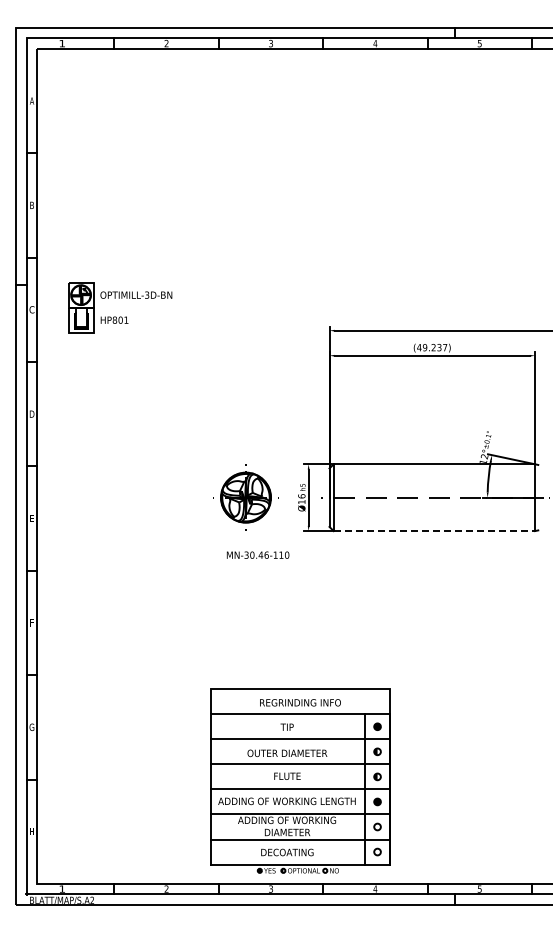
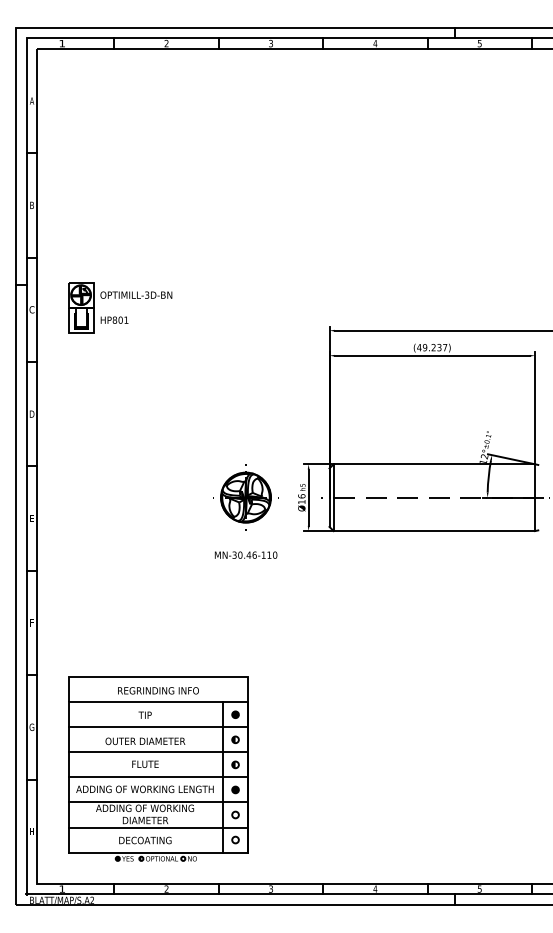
line at (434, 531): dashed -> solid
text at (257, 554) position: (257, 554) -> (245, 554)
part at (300, 780) position: (300, 780) -> (158, 768)
